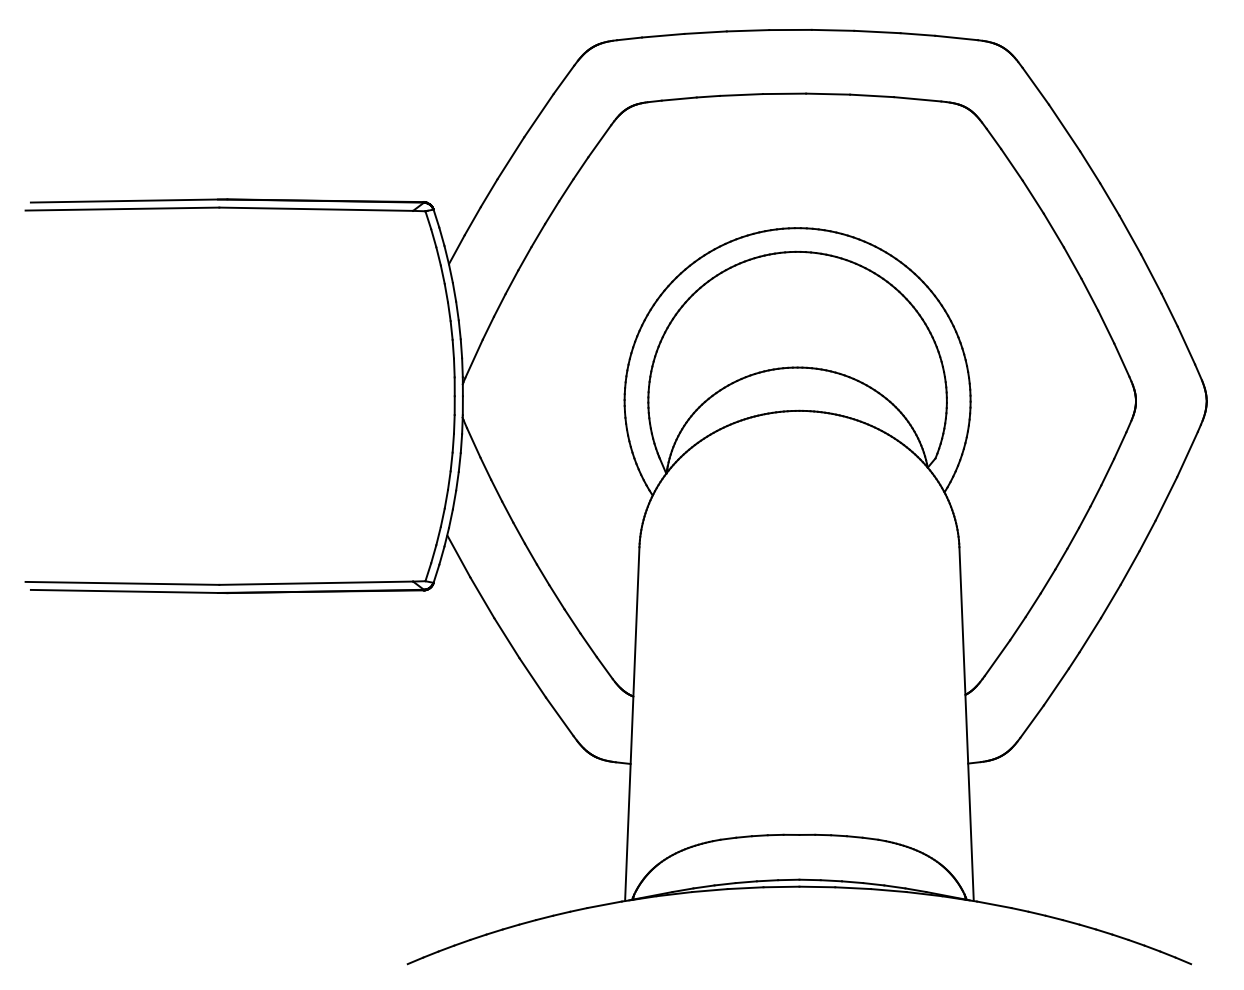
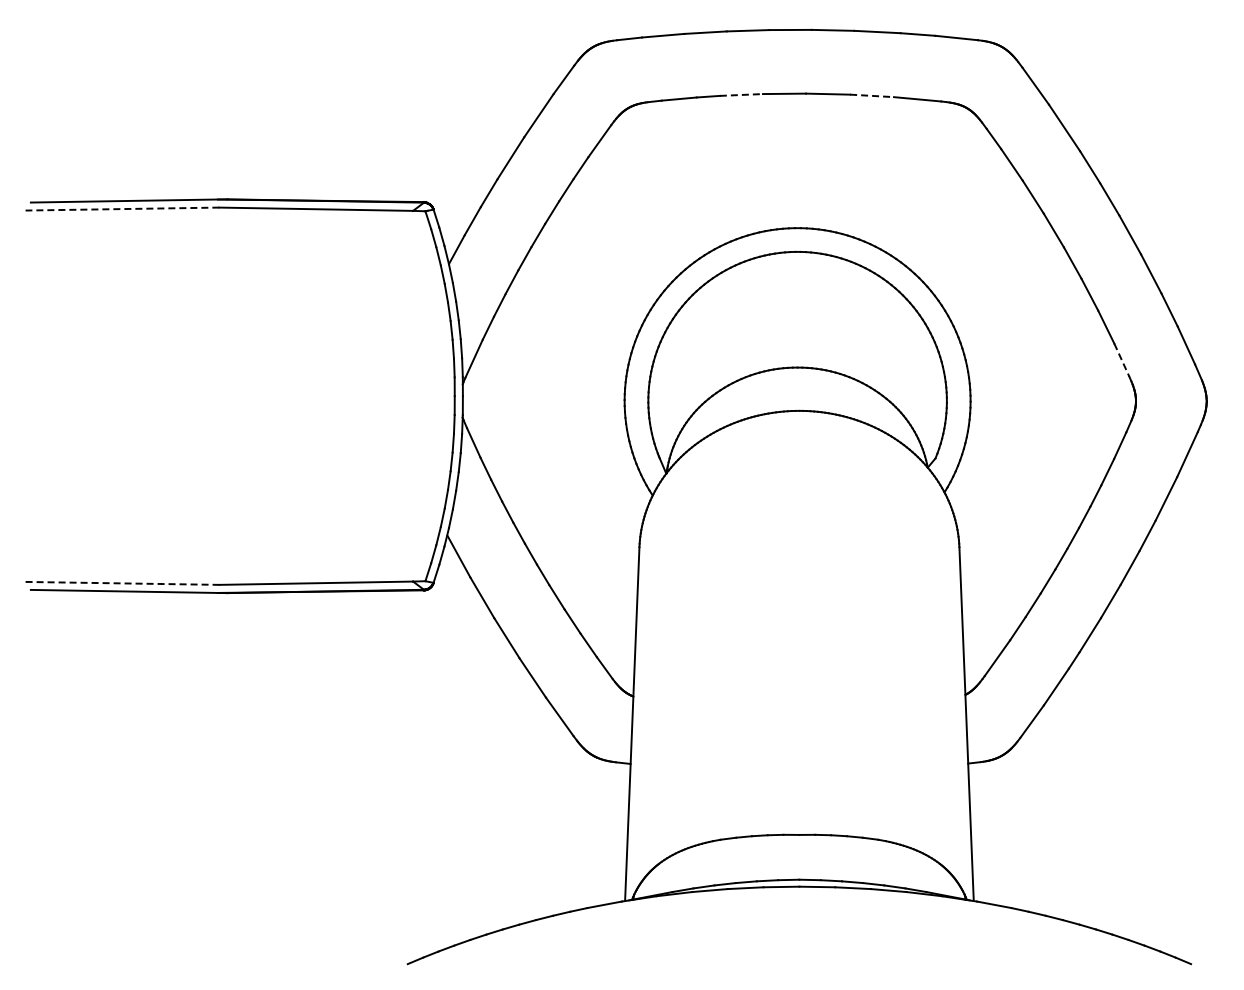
line at (741, 94): solid -> dashed
line at (872, 95): solid -> dashed
line at (122, 209): solid -> dashed
line at (1122, 360): solid -> dashed
line at (122, 583): solid -> dashed
